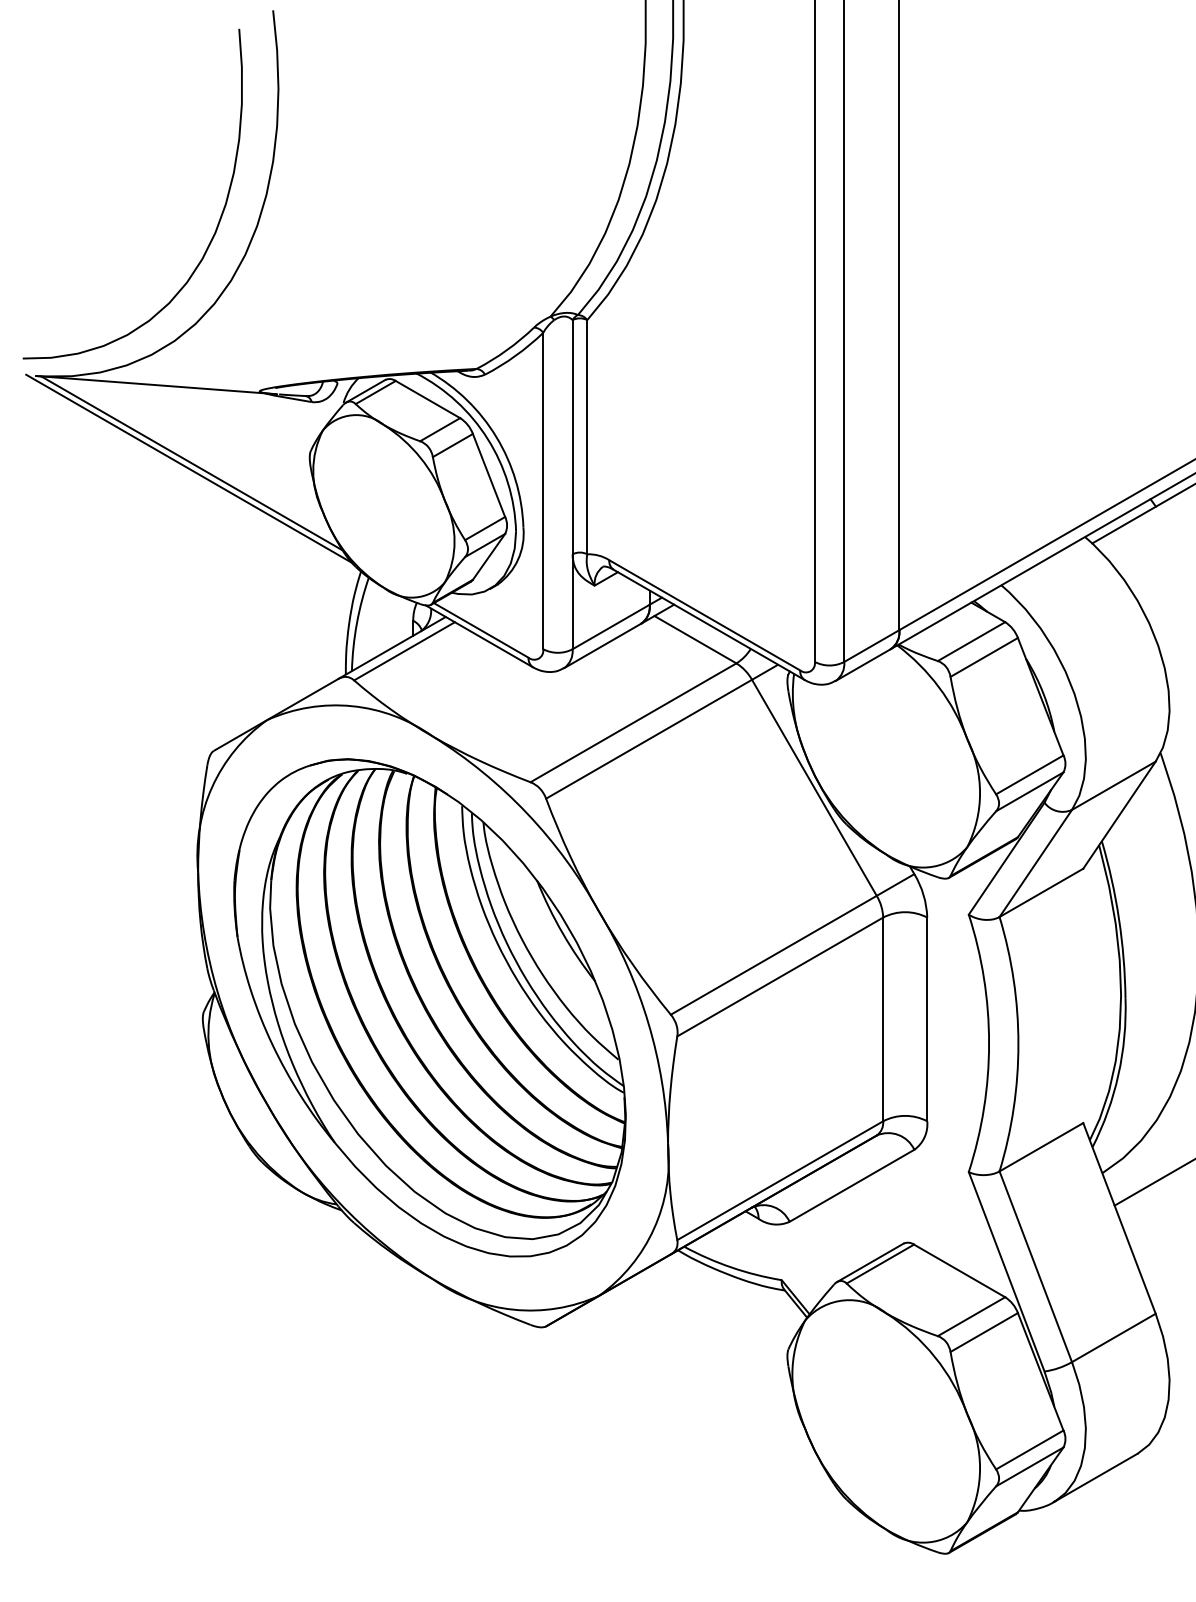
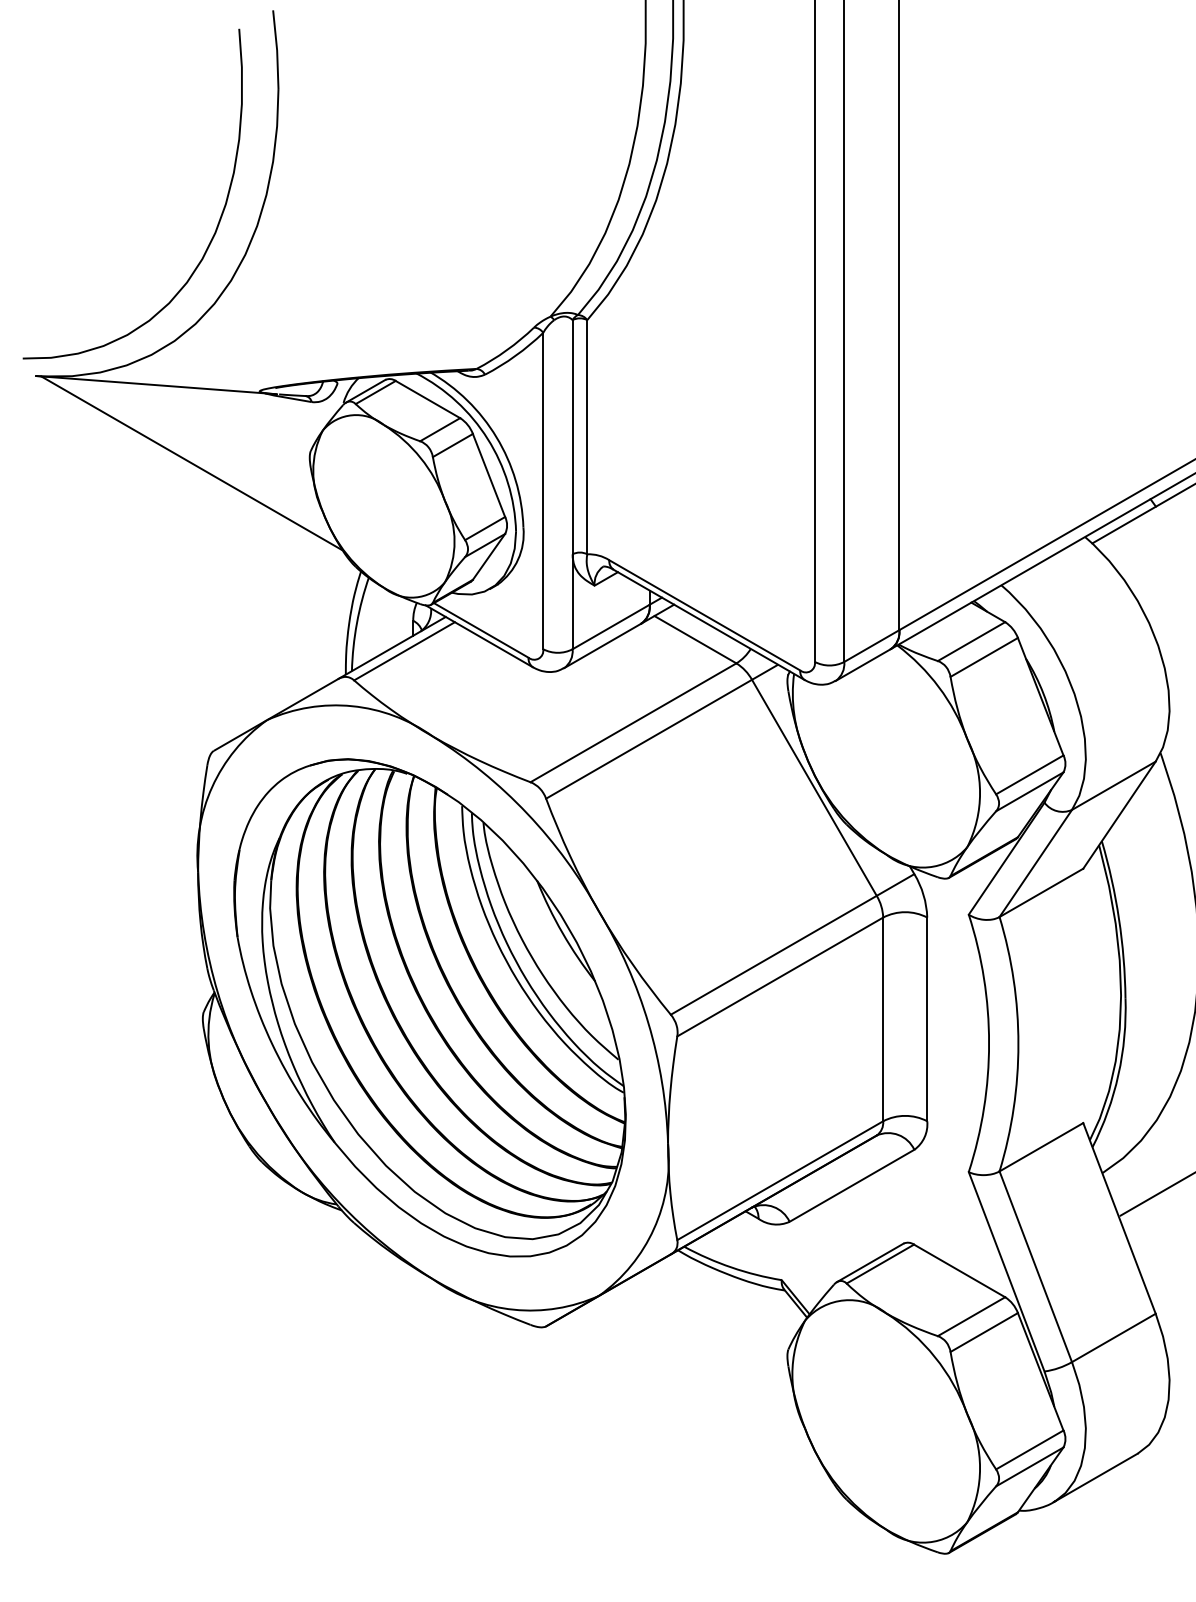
line at (188, 468): present -> none
line at (1153, 1182) position: (1153, 1182) -> (1156, 1194)
